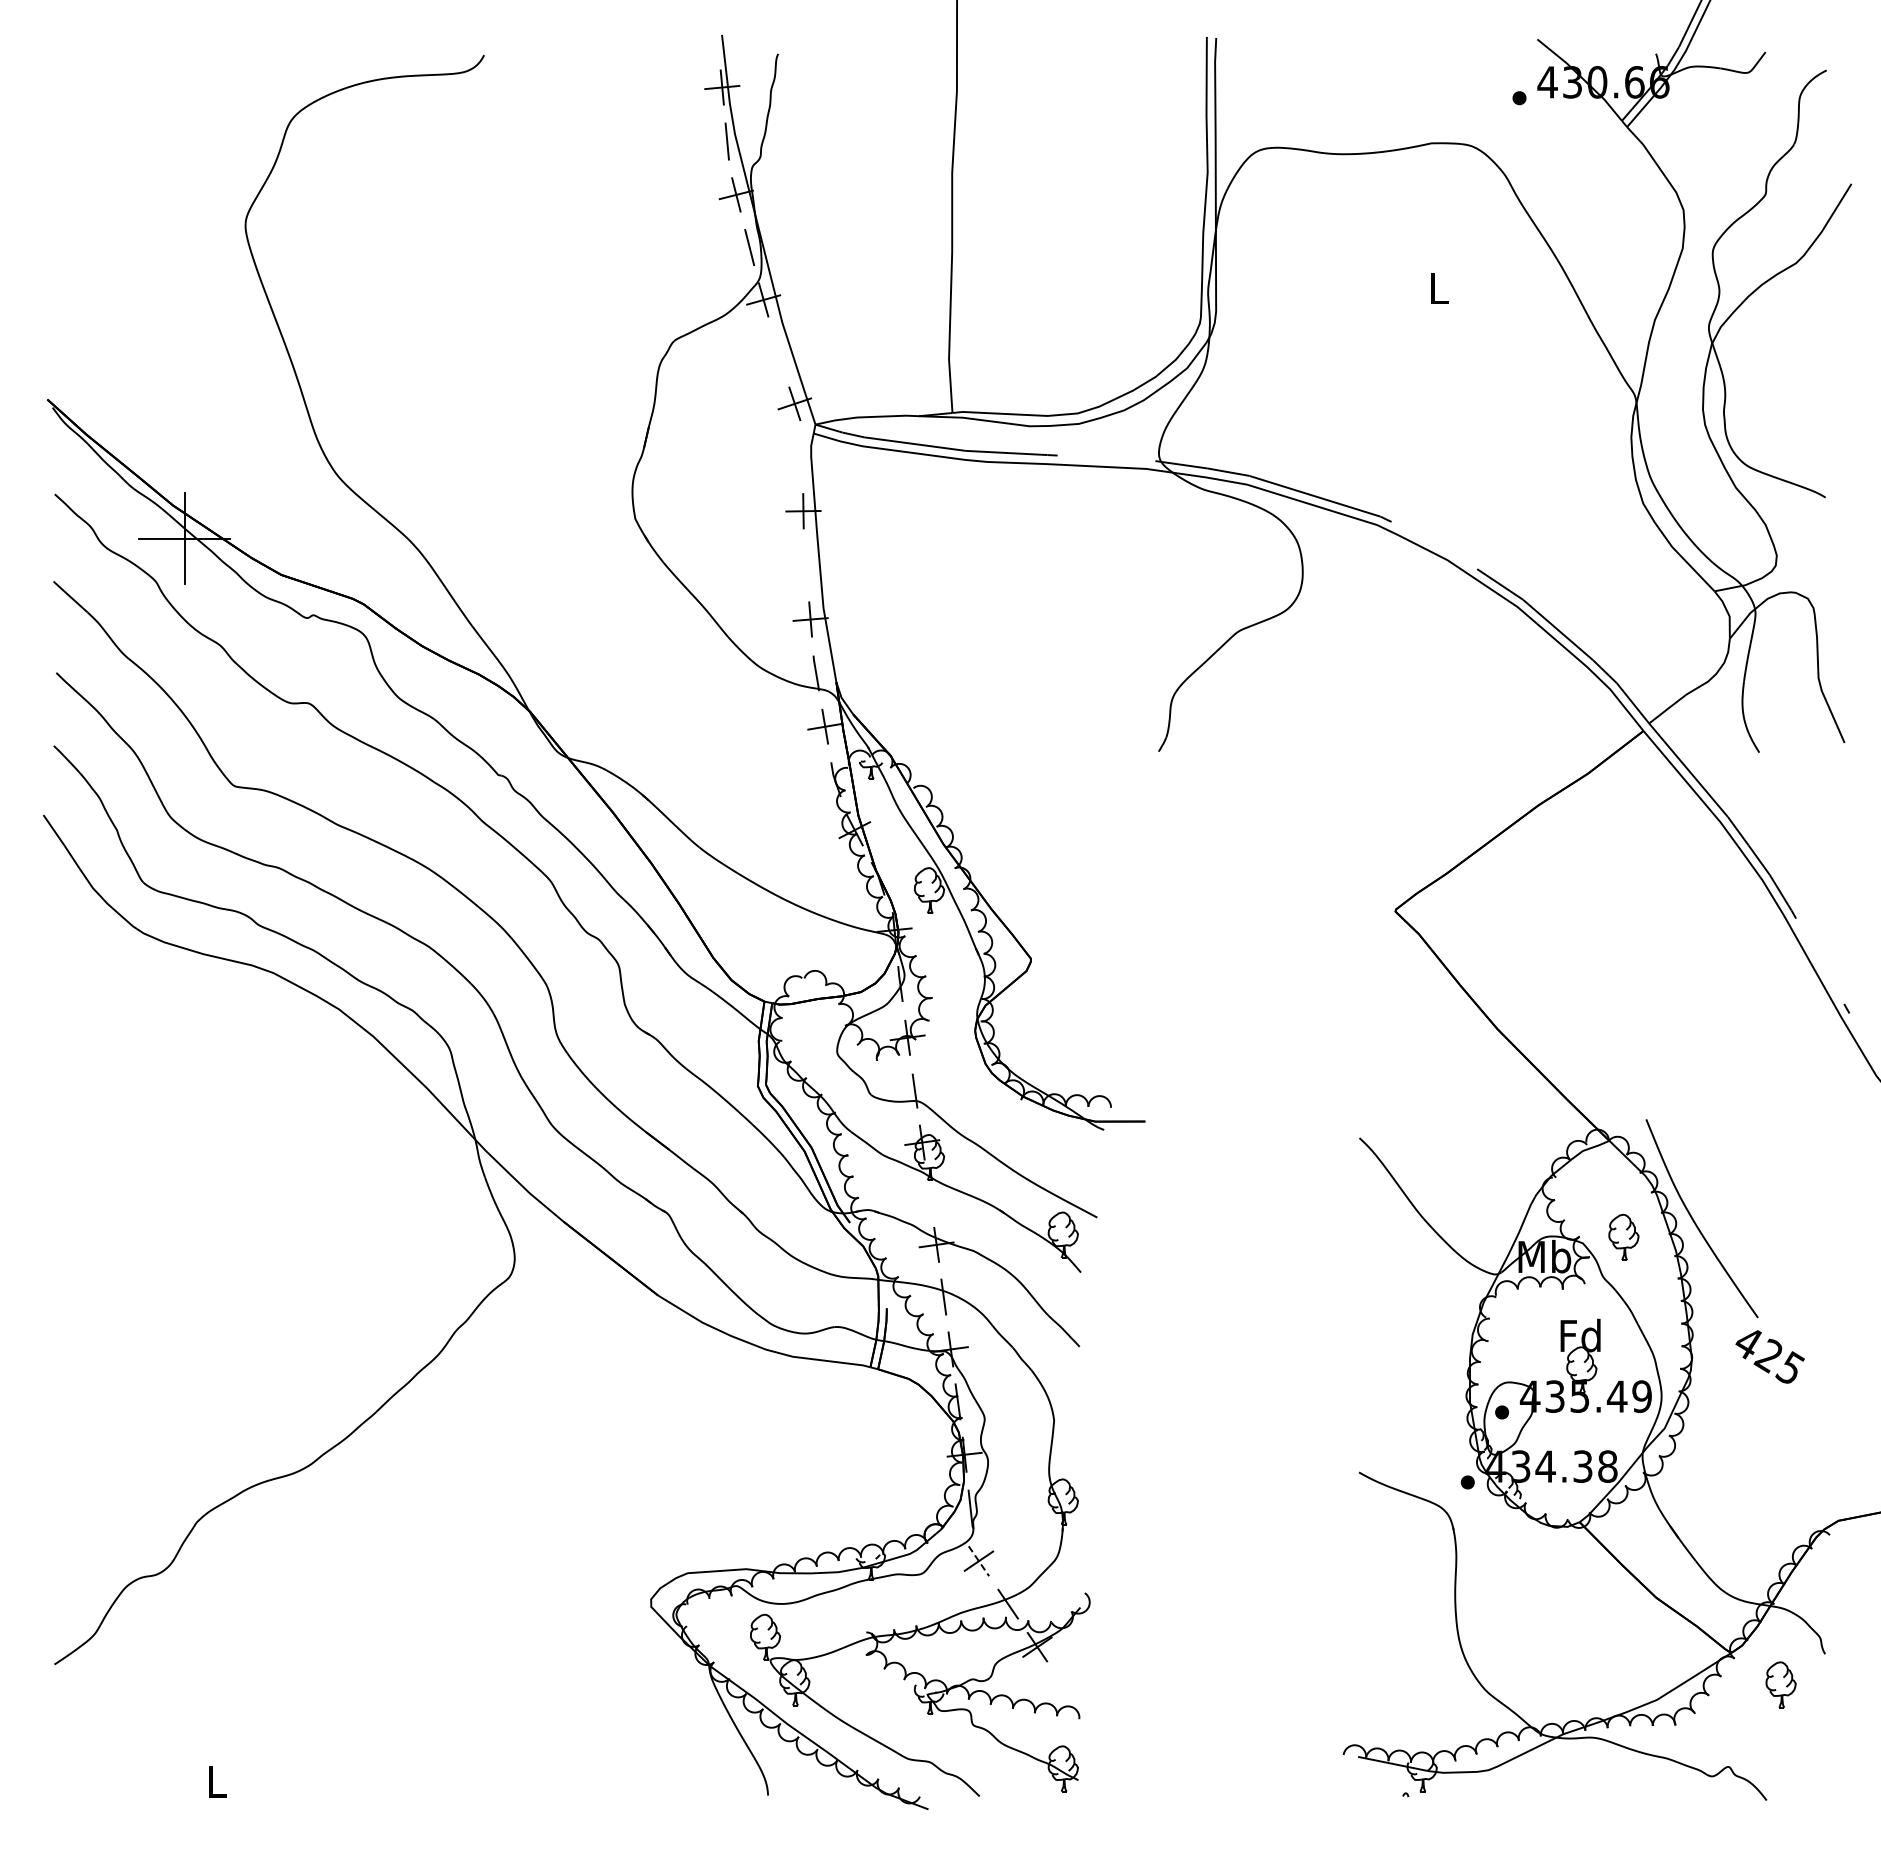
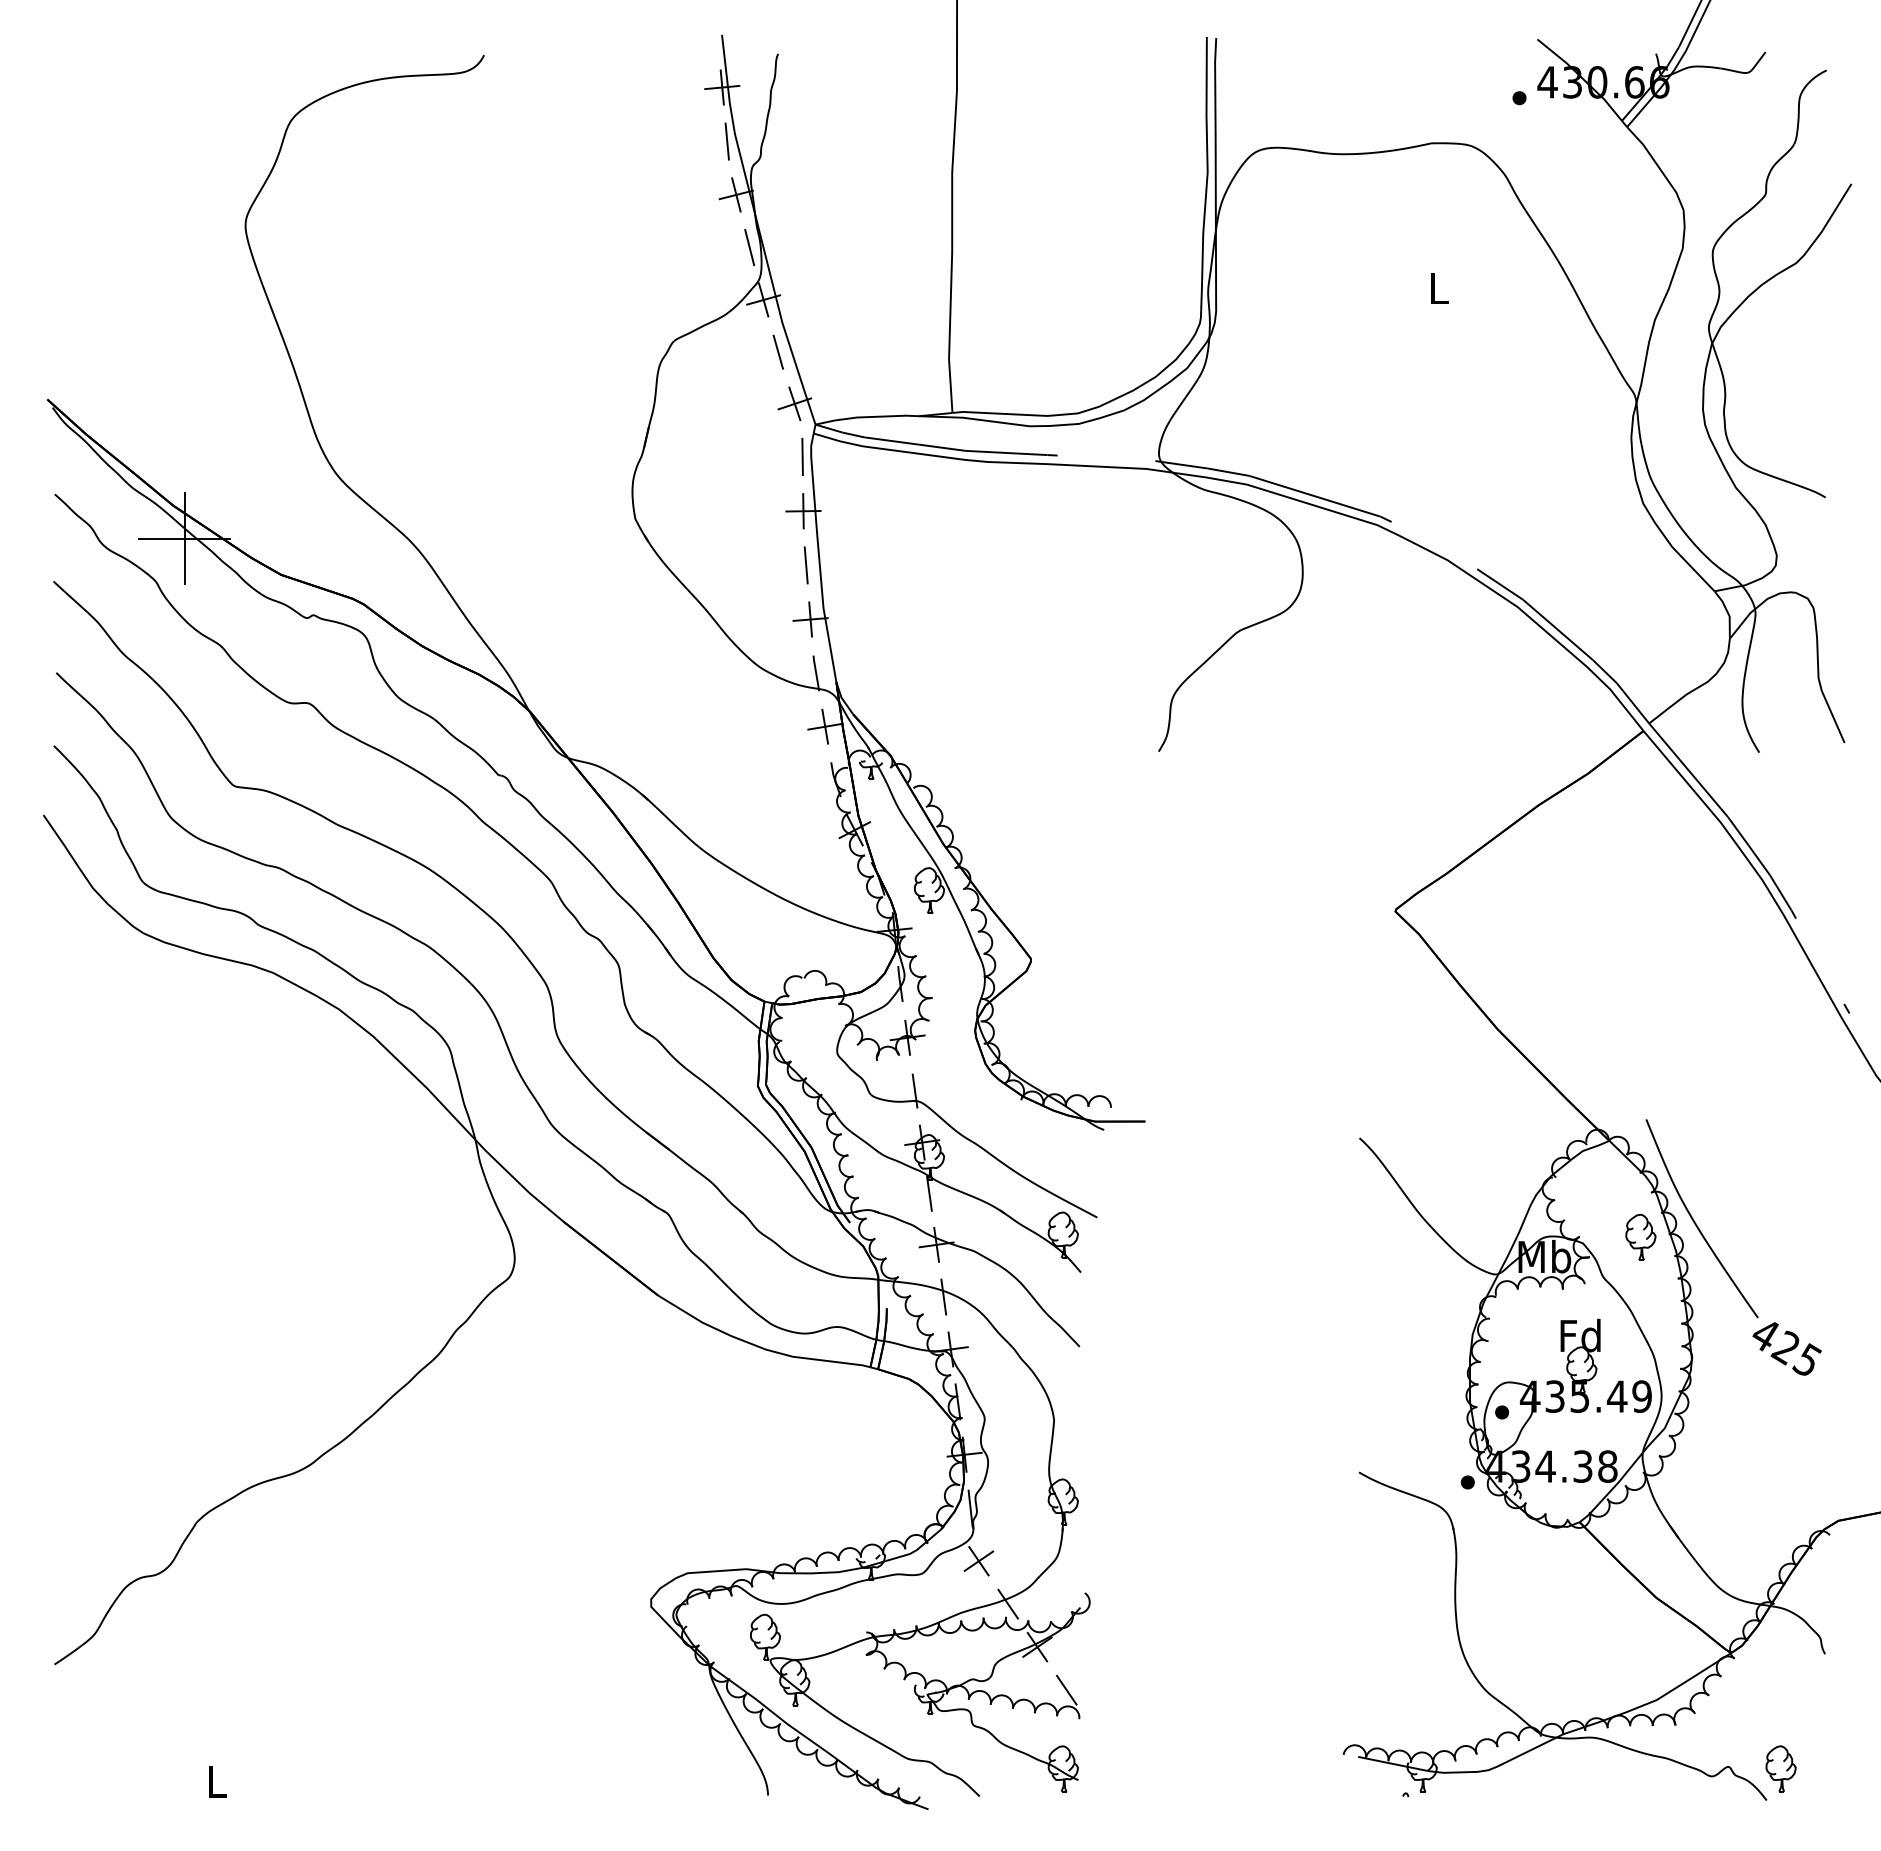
line at (777, 351): none -> present
line at (802, 456): none -> present
line at (805, 565): none -> present
line at (929, 1193): none -> present
part at (1623, 1236) position: (1623, 1236) -> (1640, 1236)
text at (1769, 1356) position: (1769, 1356) -> (1786, 1348)
line at (978, 1561): dashed -> solid
part at (1780, 1684) position: (1780, 1684) -> (1780, 1768)
line at (1066, 1689): none -> present
